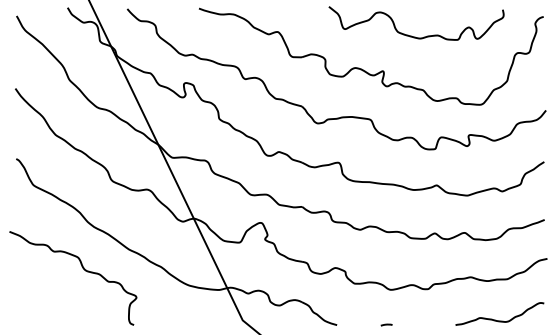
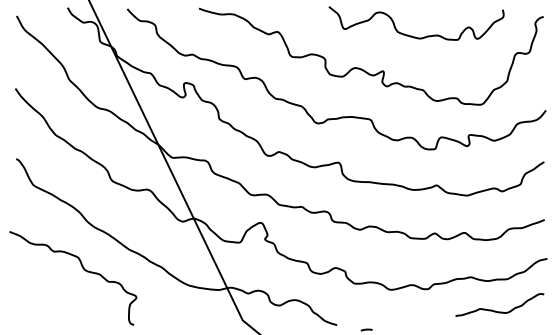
curve at (499, 320) position: (499, 320) -> (499, 311)
curve at (386, 324) position: (386, 324) -> (366, 329)
